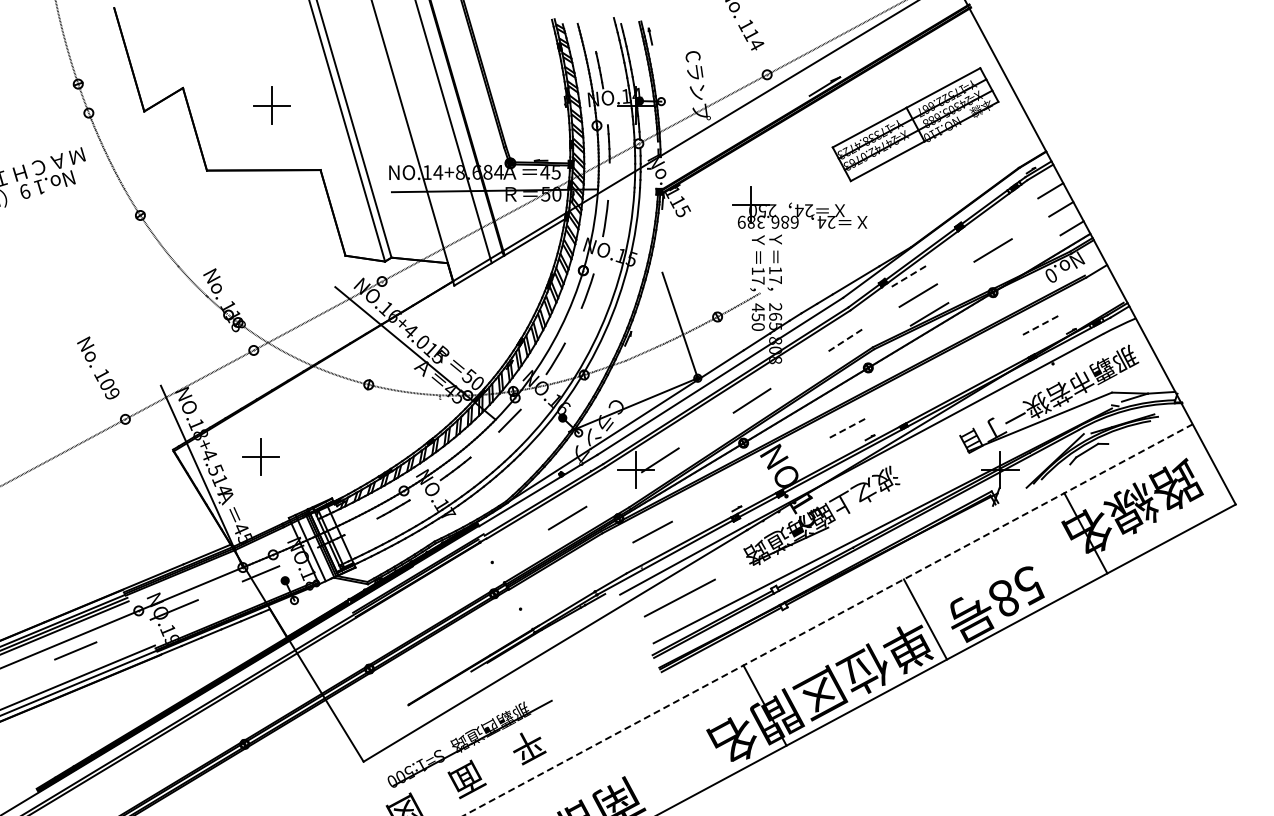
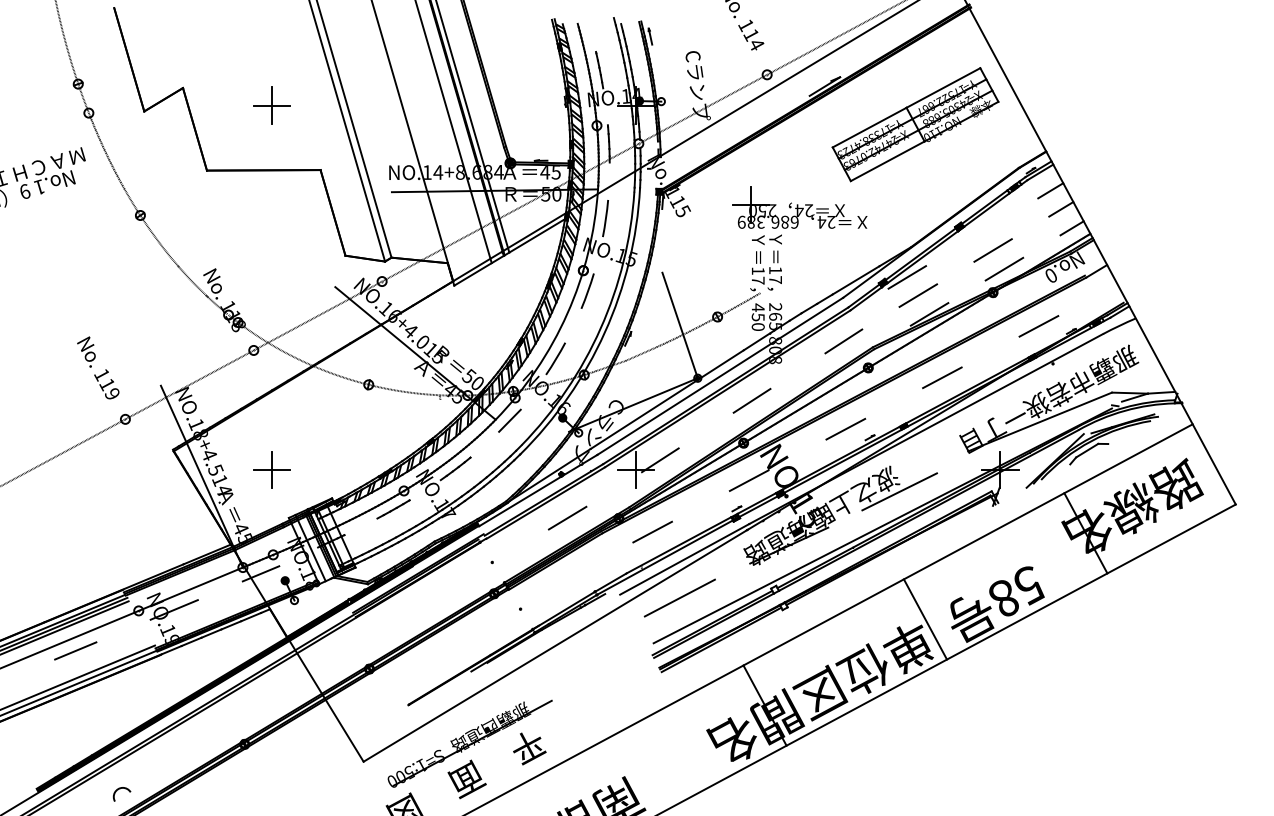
line at (472, 127): none -> present
line at (1004, 268): none -> present
line at (907, 277): dashed -> solid
line at (1038, 326): dashed -> solid
line at (843, 341): dashed -> solid
line at (942, 377): none -> present
text at (106, 385): 109 -> 119
line at (845, 429): dashed -> solid
part at (260, 456) position: (260, 456) -> (271, 469)
line at (748, 480): none -> present
line at (899, 491): none -> present
line at (828, 620): dashed -> solid
arc at (118, 790): none -> present
